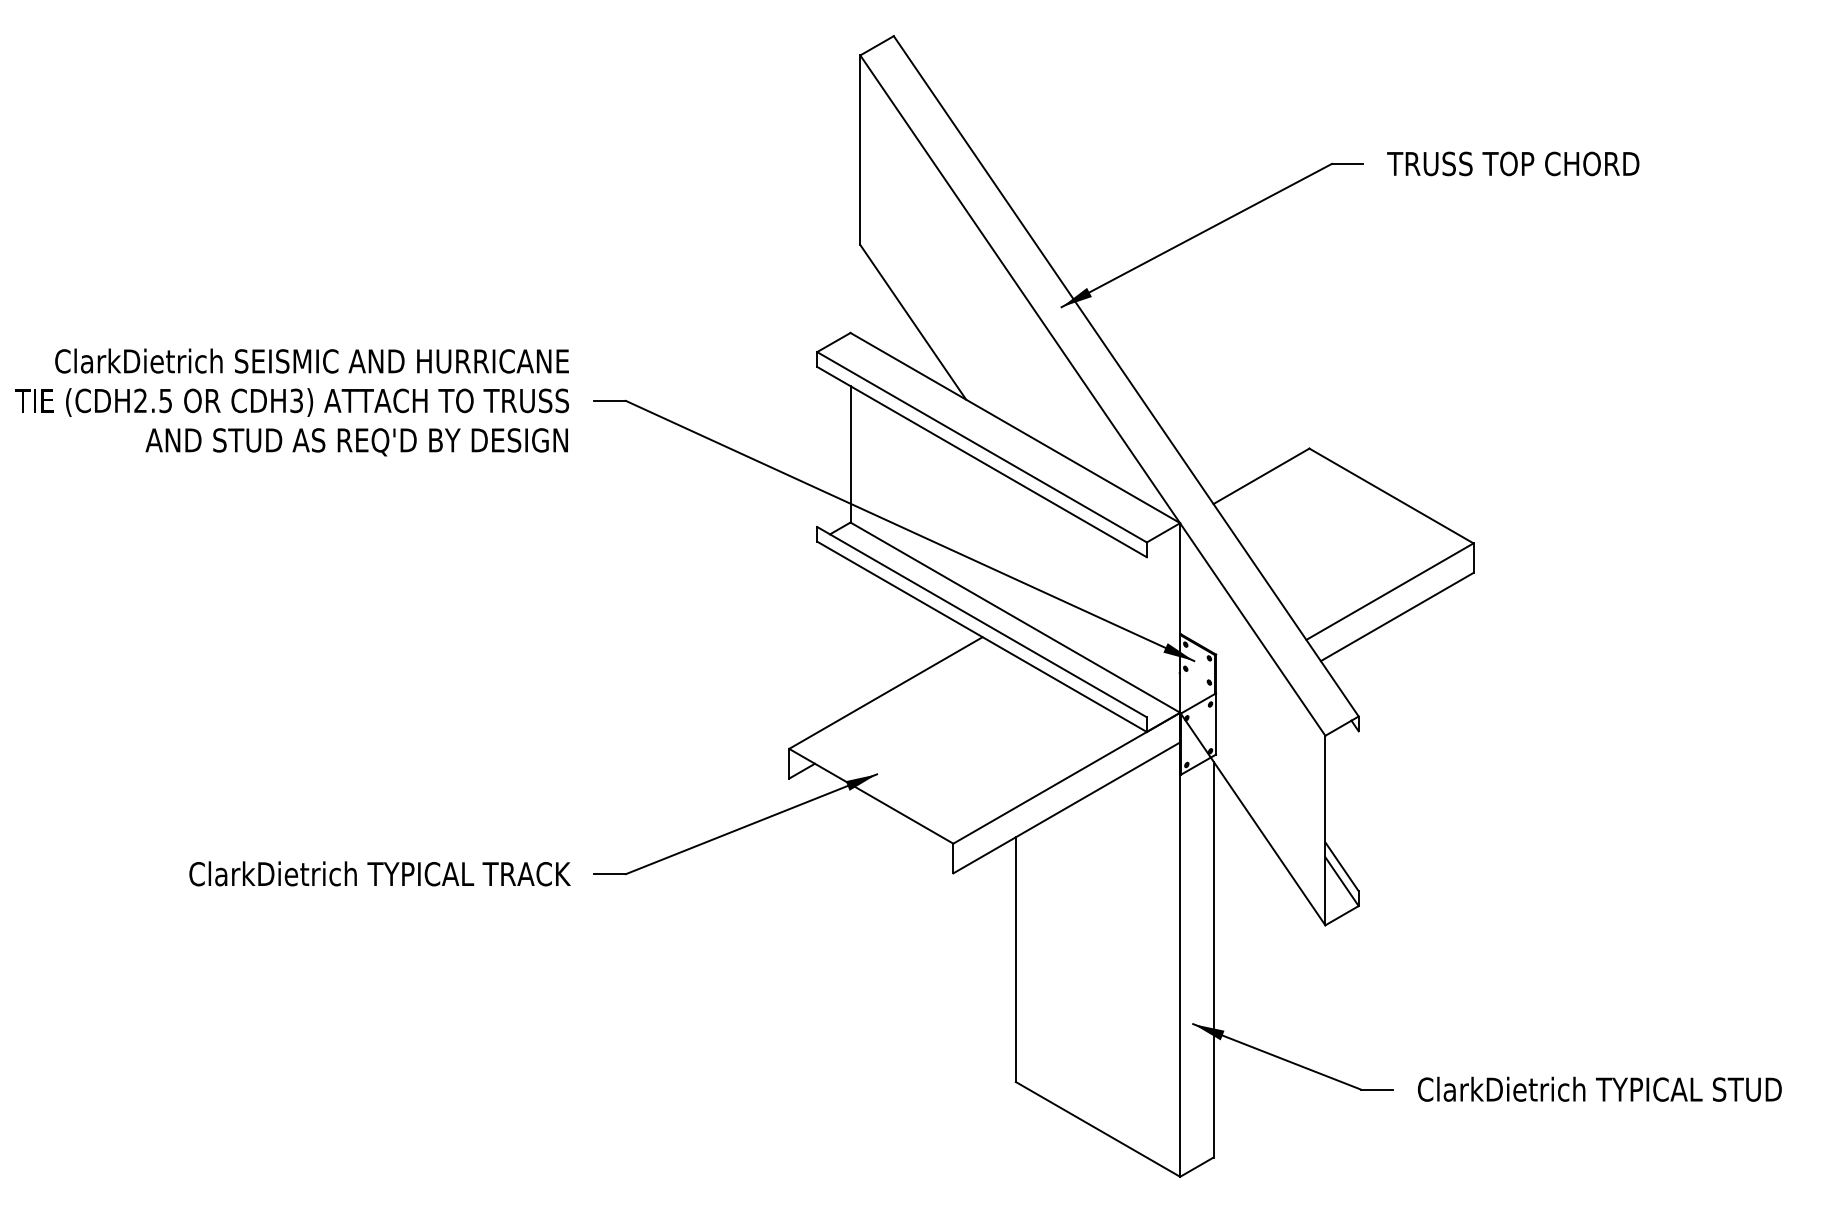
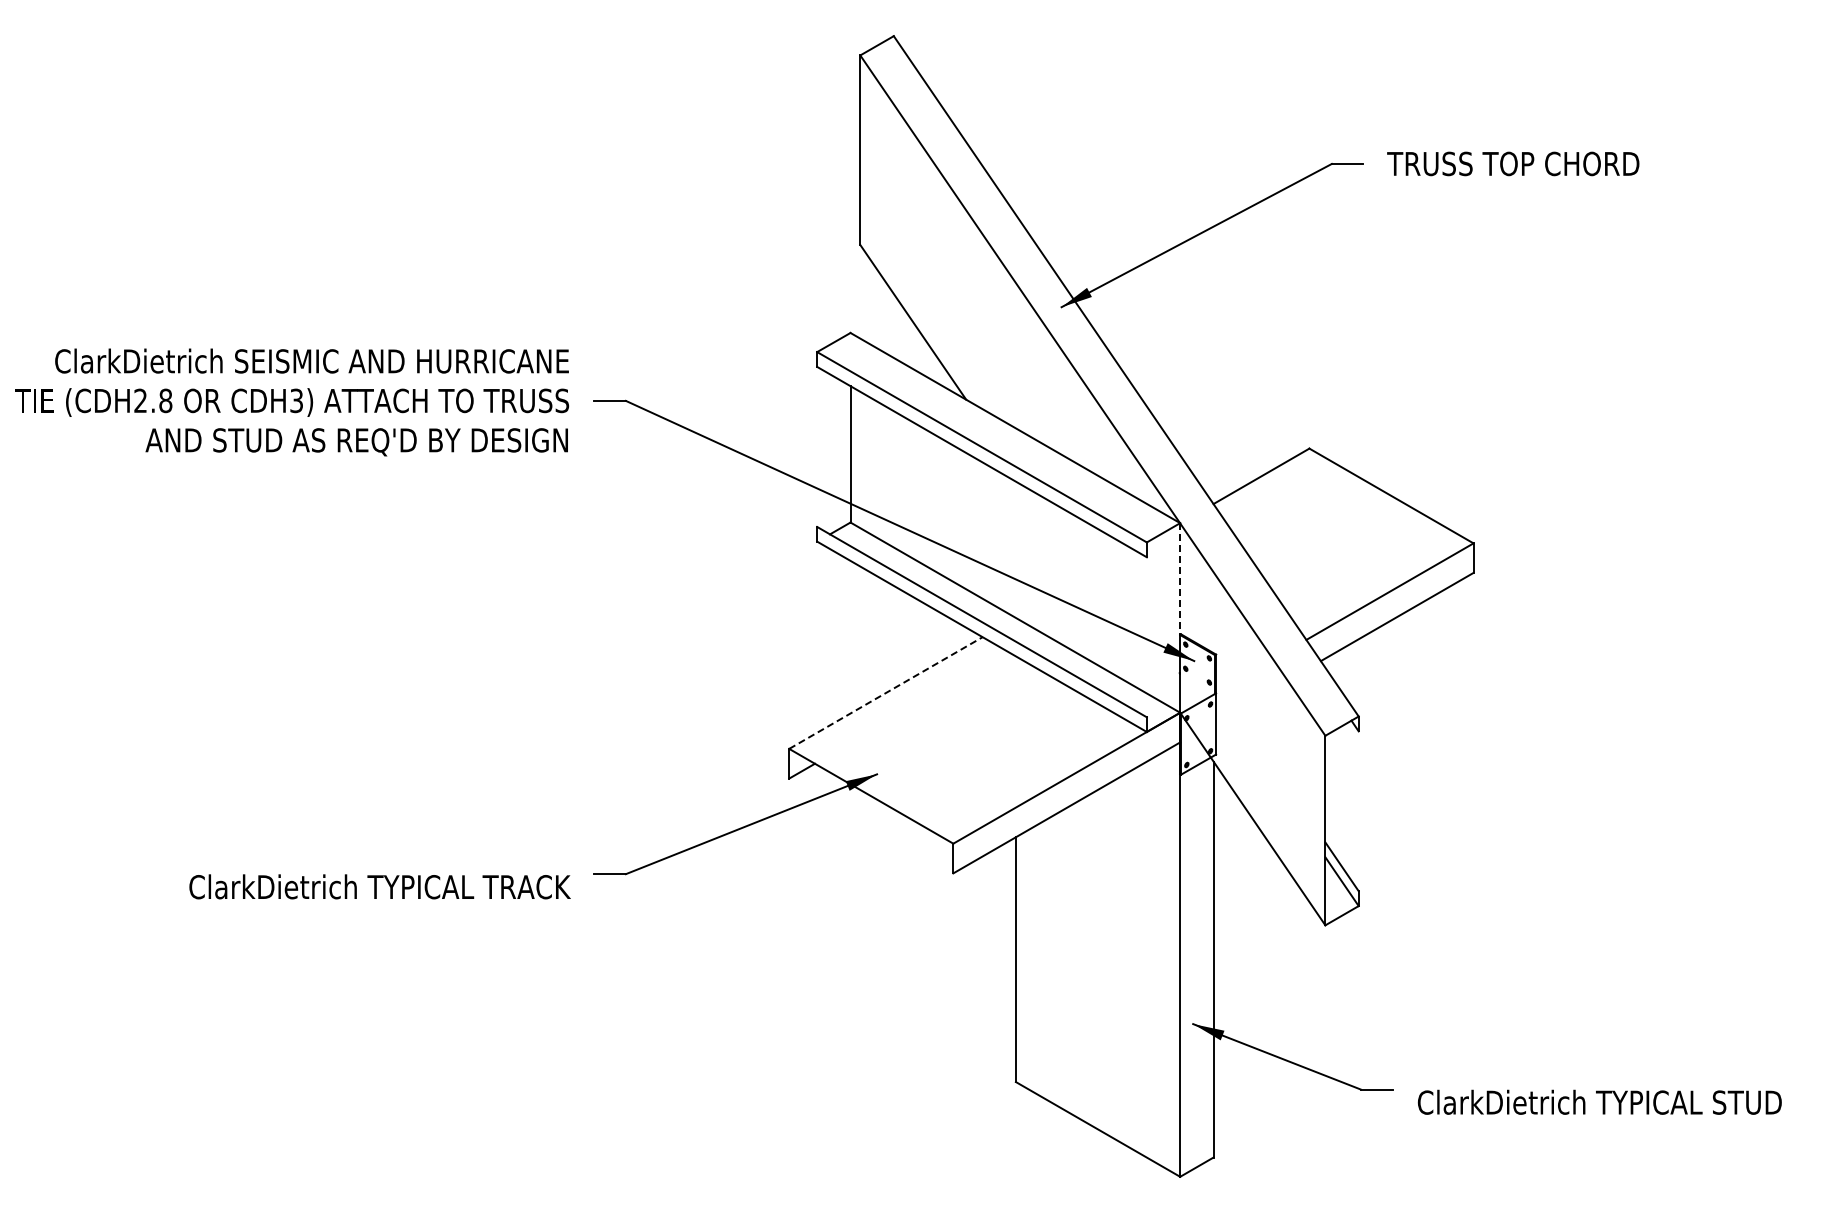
text at (165, 400): (CDH2.5 -> (CDH2.8
line at (1180, 579): solid -> dashed
line at (885, 693): solid -> dashed
text at (379, 873) position: (379, 873) -> (379, 886)
text at (1599, 1088) position: (1599, 1088) -> (1599, 1101)
